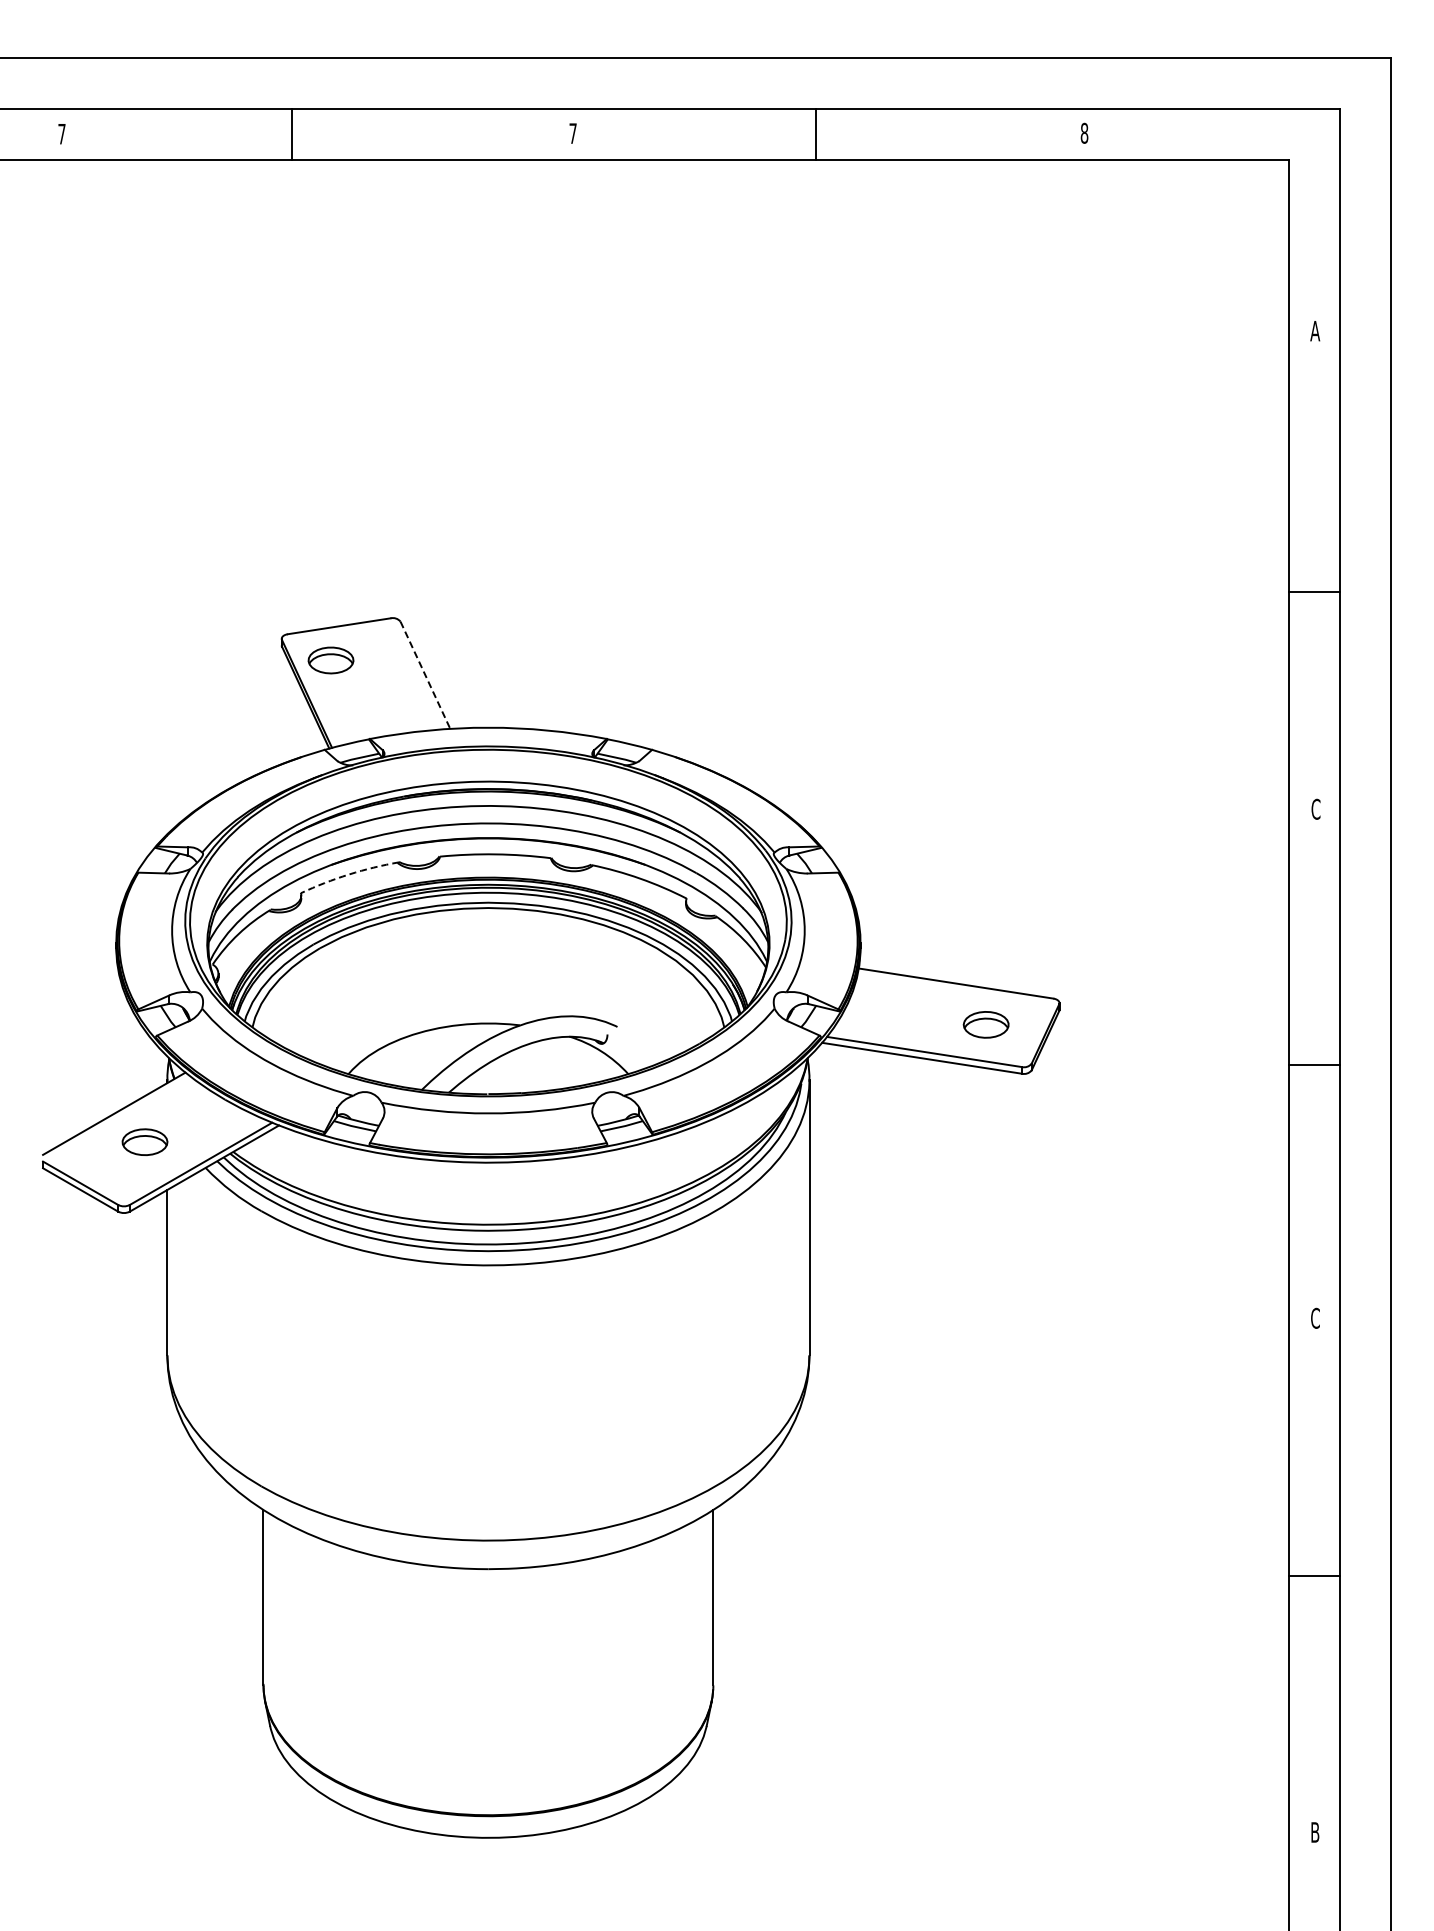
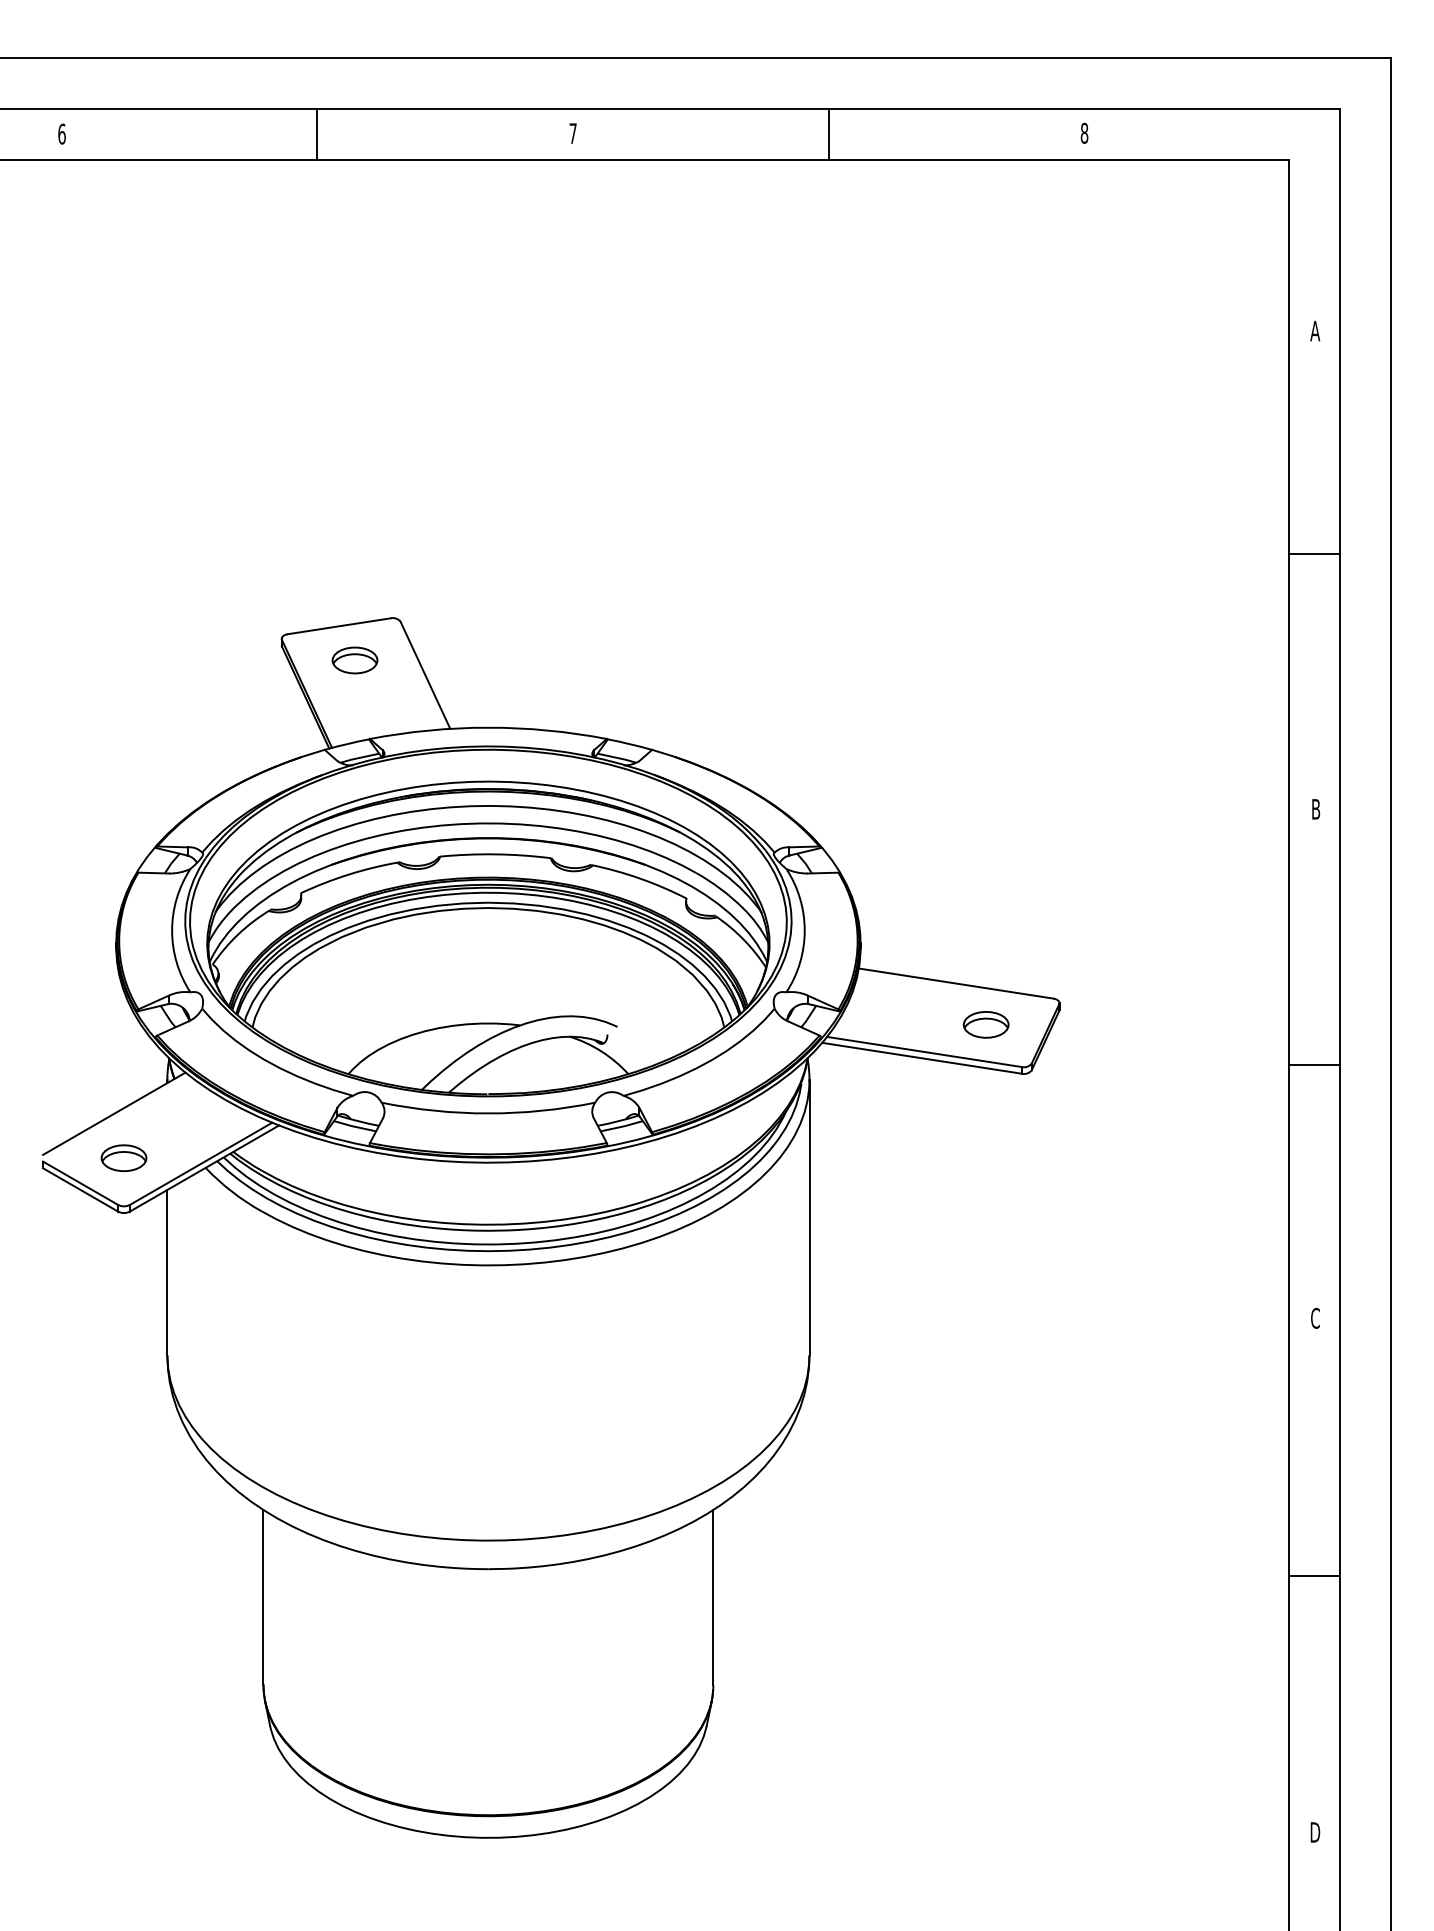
text at (61, 133): 7 -> 6
line at (292, 134) position: (292, 134) -> (317, 134)
line at (815, 134) position: (815, 134) -> (828, 134)
line at (1313, 591) position: (1313, 591) -> (1313, 553)
part at (330, 660) position: (330, 660) -> (354, 660)
line at (425, 675): dashed -> solid
text at (1315, 808): C -> B
arc at (349, 874): dashed -> solid
part at (144, 1141) position: (144, 1141) -> (123, 1157)
text at (1315, 1832): B -> D
